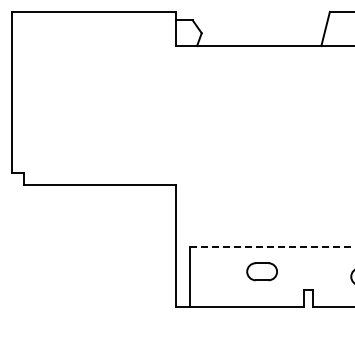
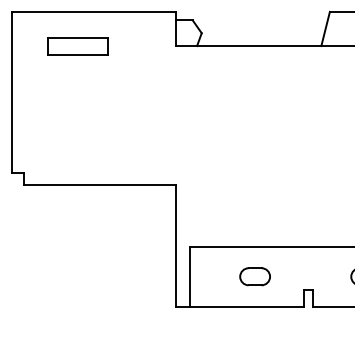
part at (77, 46): none -> present
line at (272, 246): dashed -> solid
part at (261, 271) position: (261, 271) -> (254, 276)
